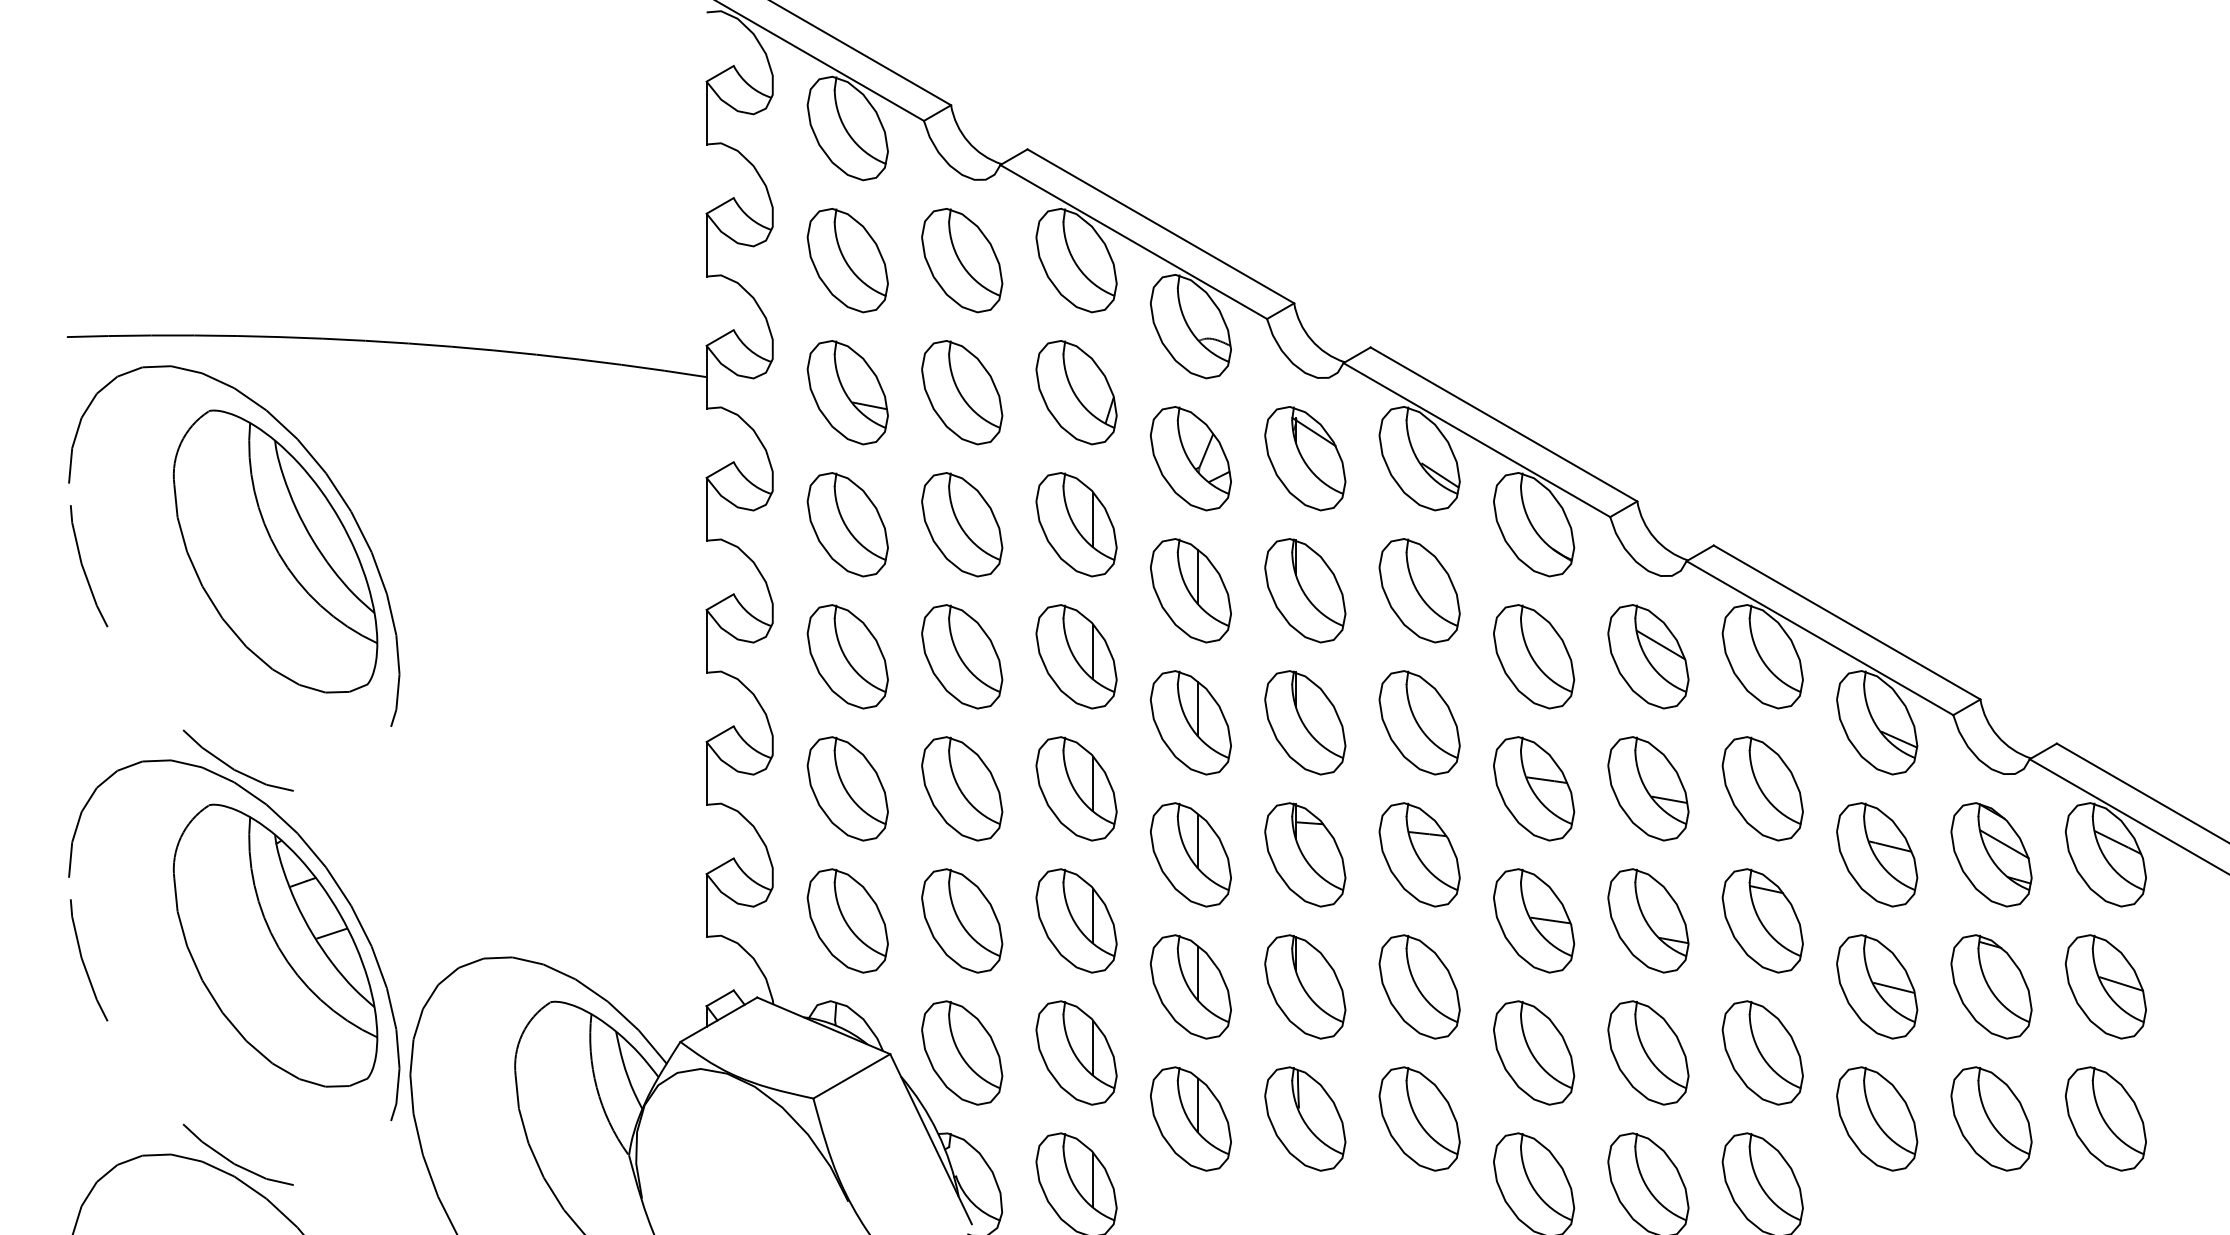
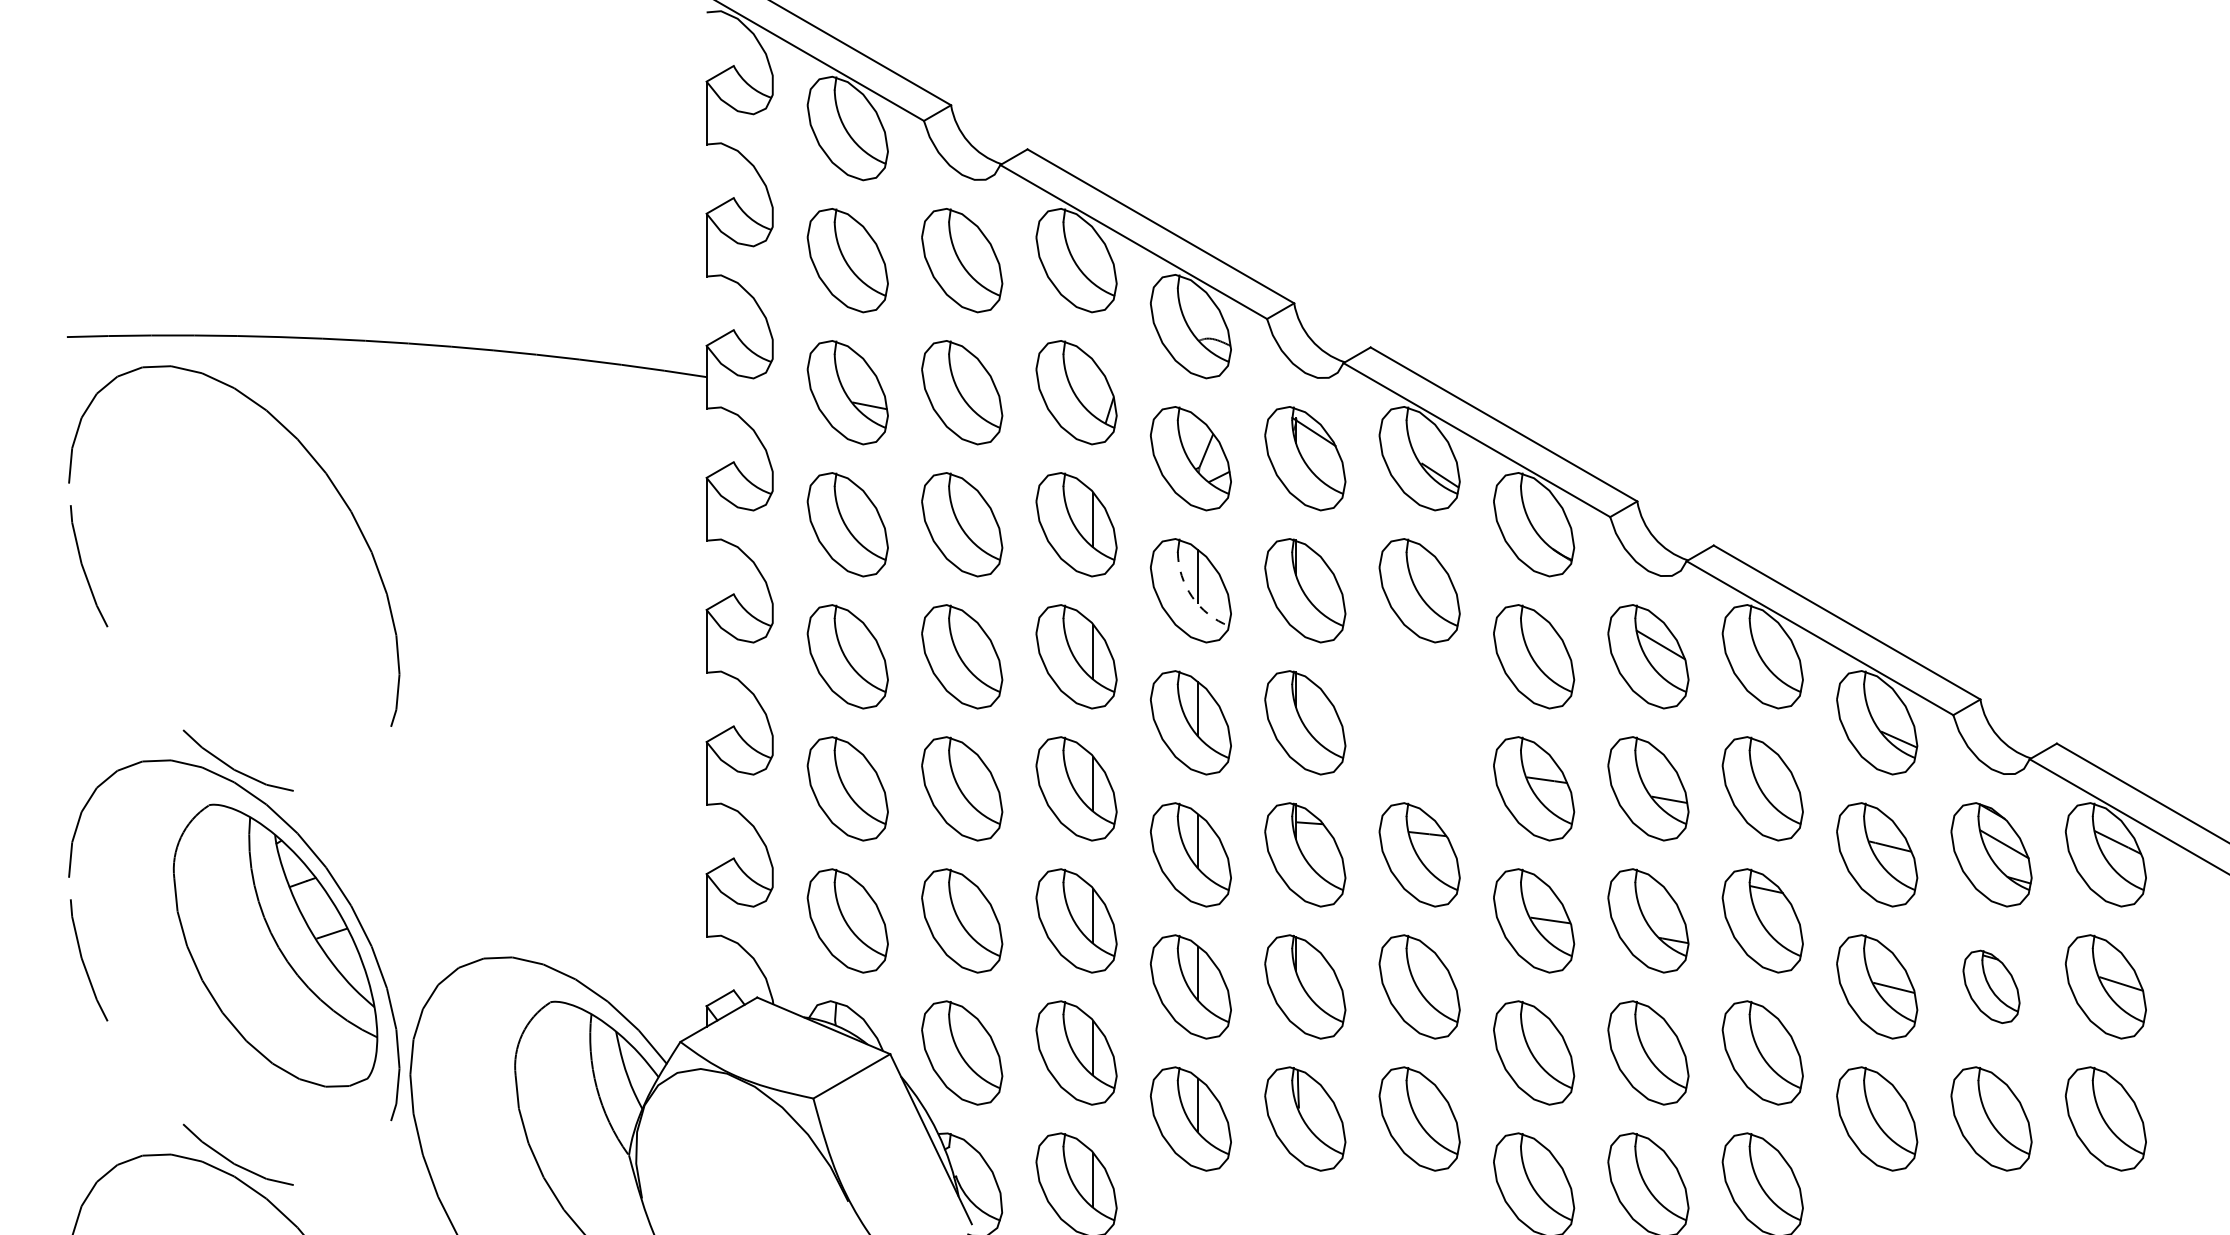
part at (275, 551): present -> none
arc at (1192, 596): solid -> dashed
part at (1419, 722): present -> none
part at (1991, 986) size: 83x106 px -> 59x75 px
